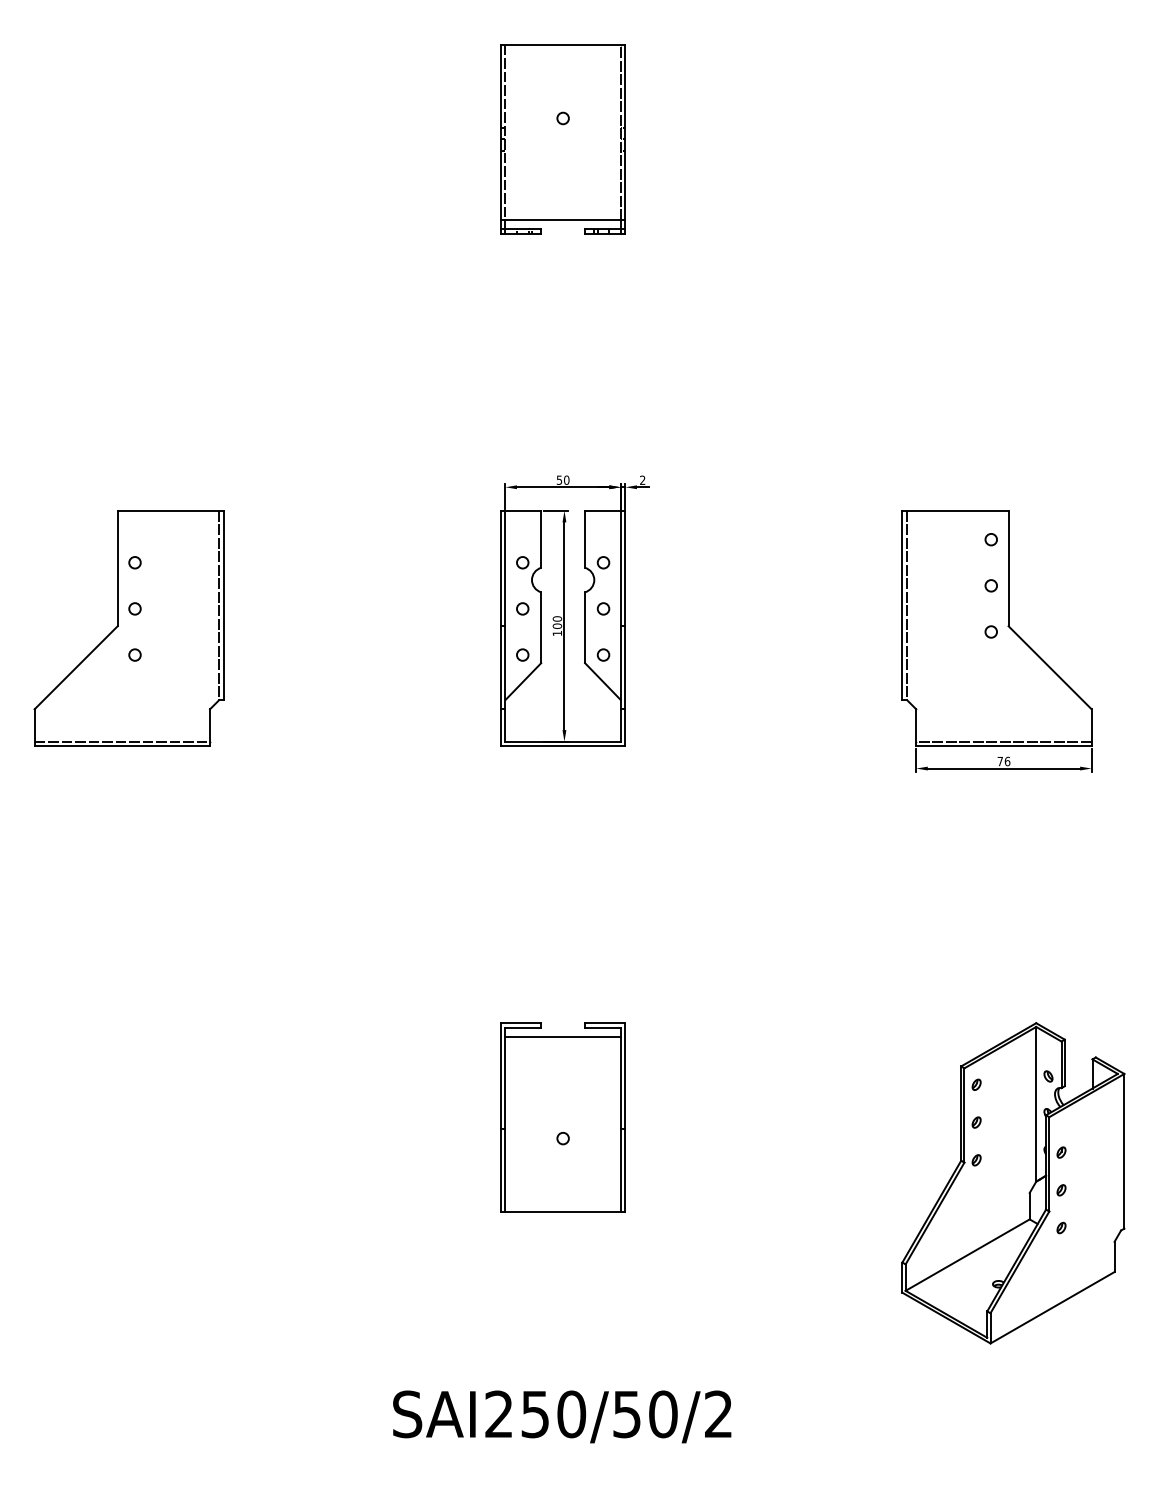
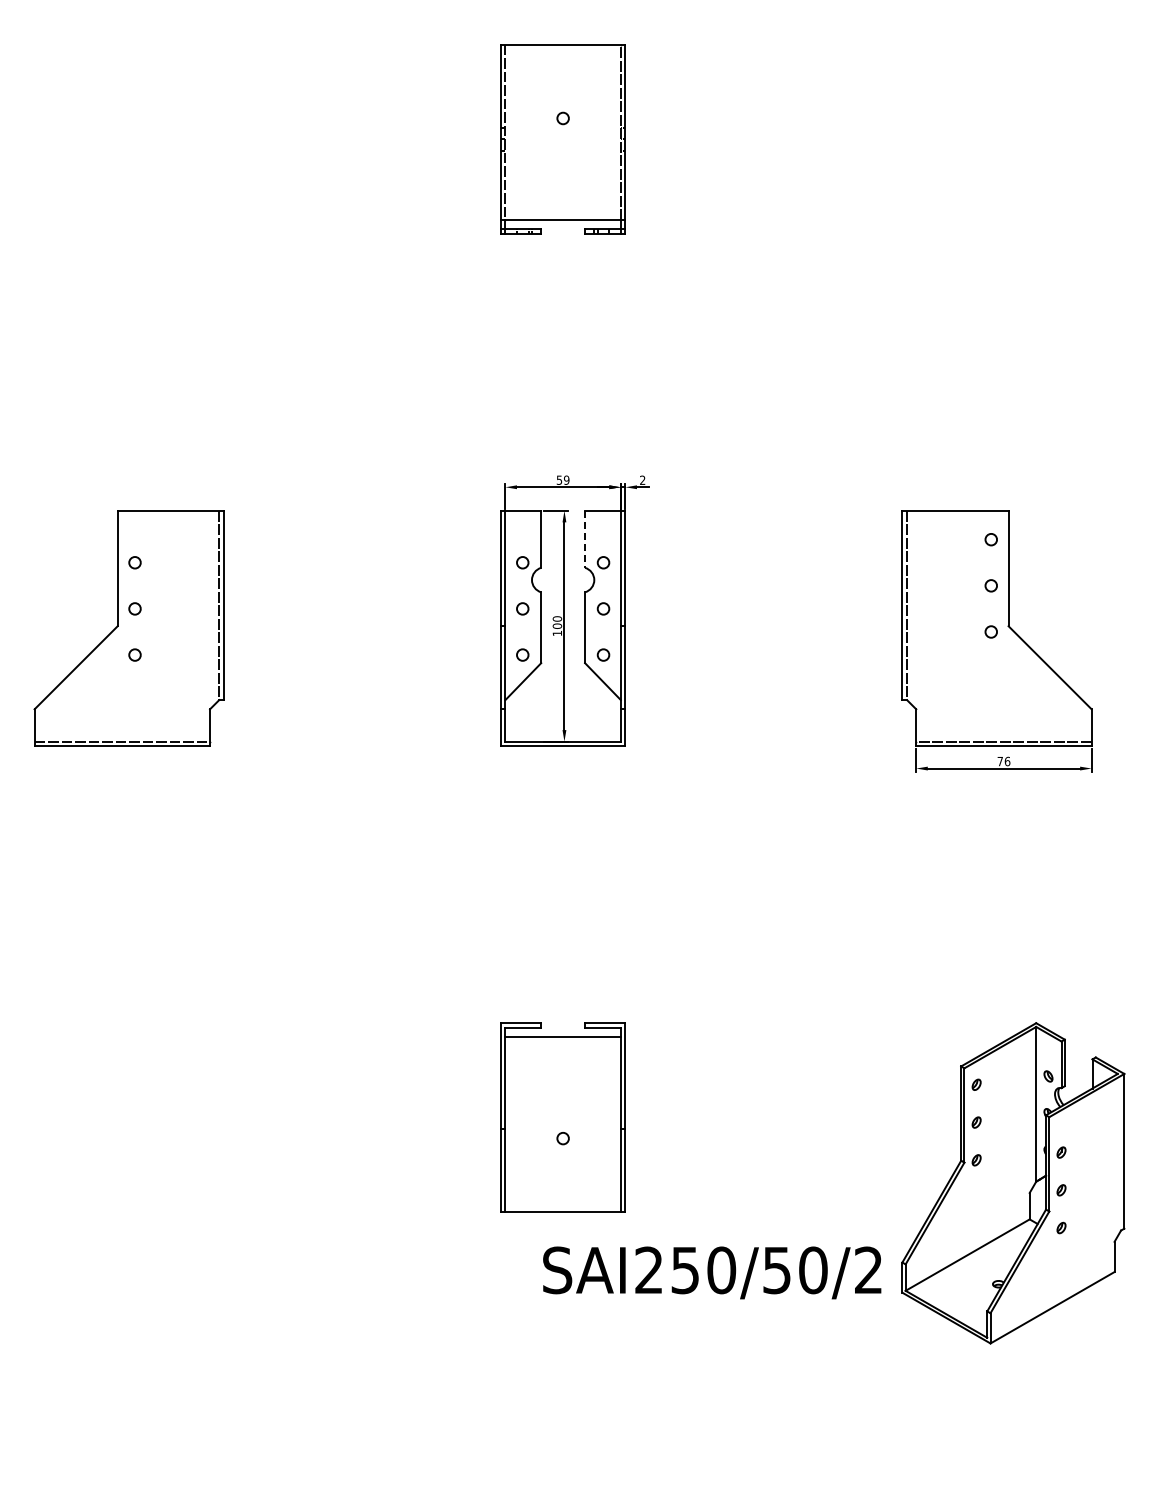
text at (566, 479): 50 -> 59
line at (585, 539): solid -> dashed
text at (562, 1416) position: (562, 1416) -> (712, 1272)
